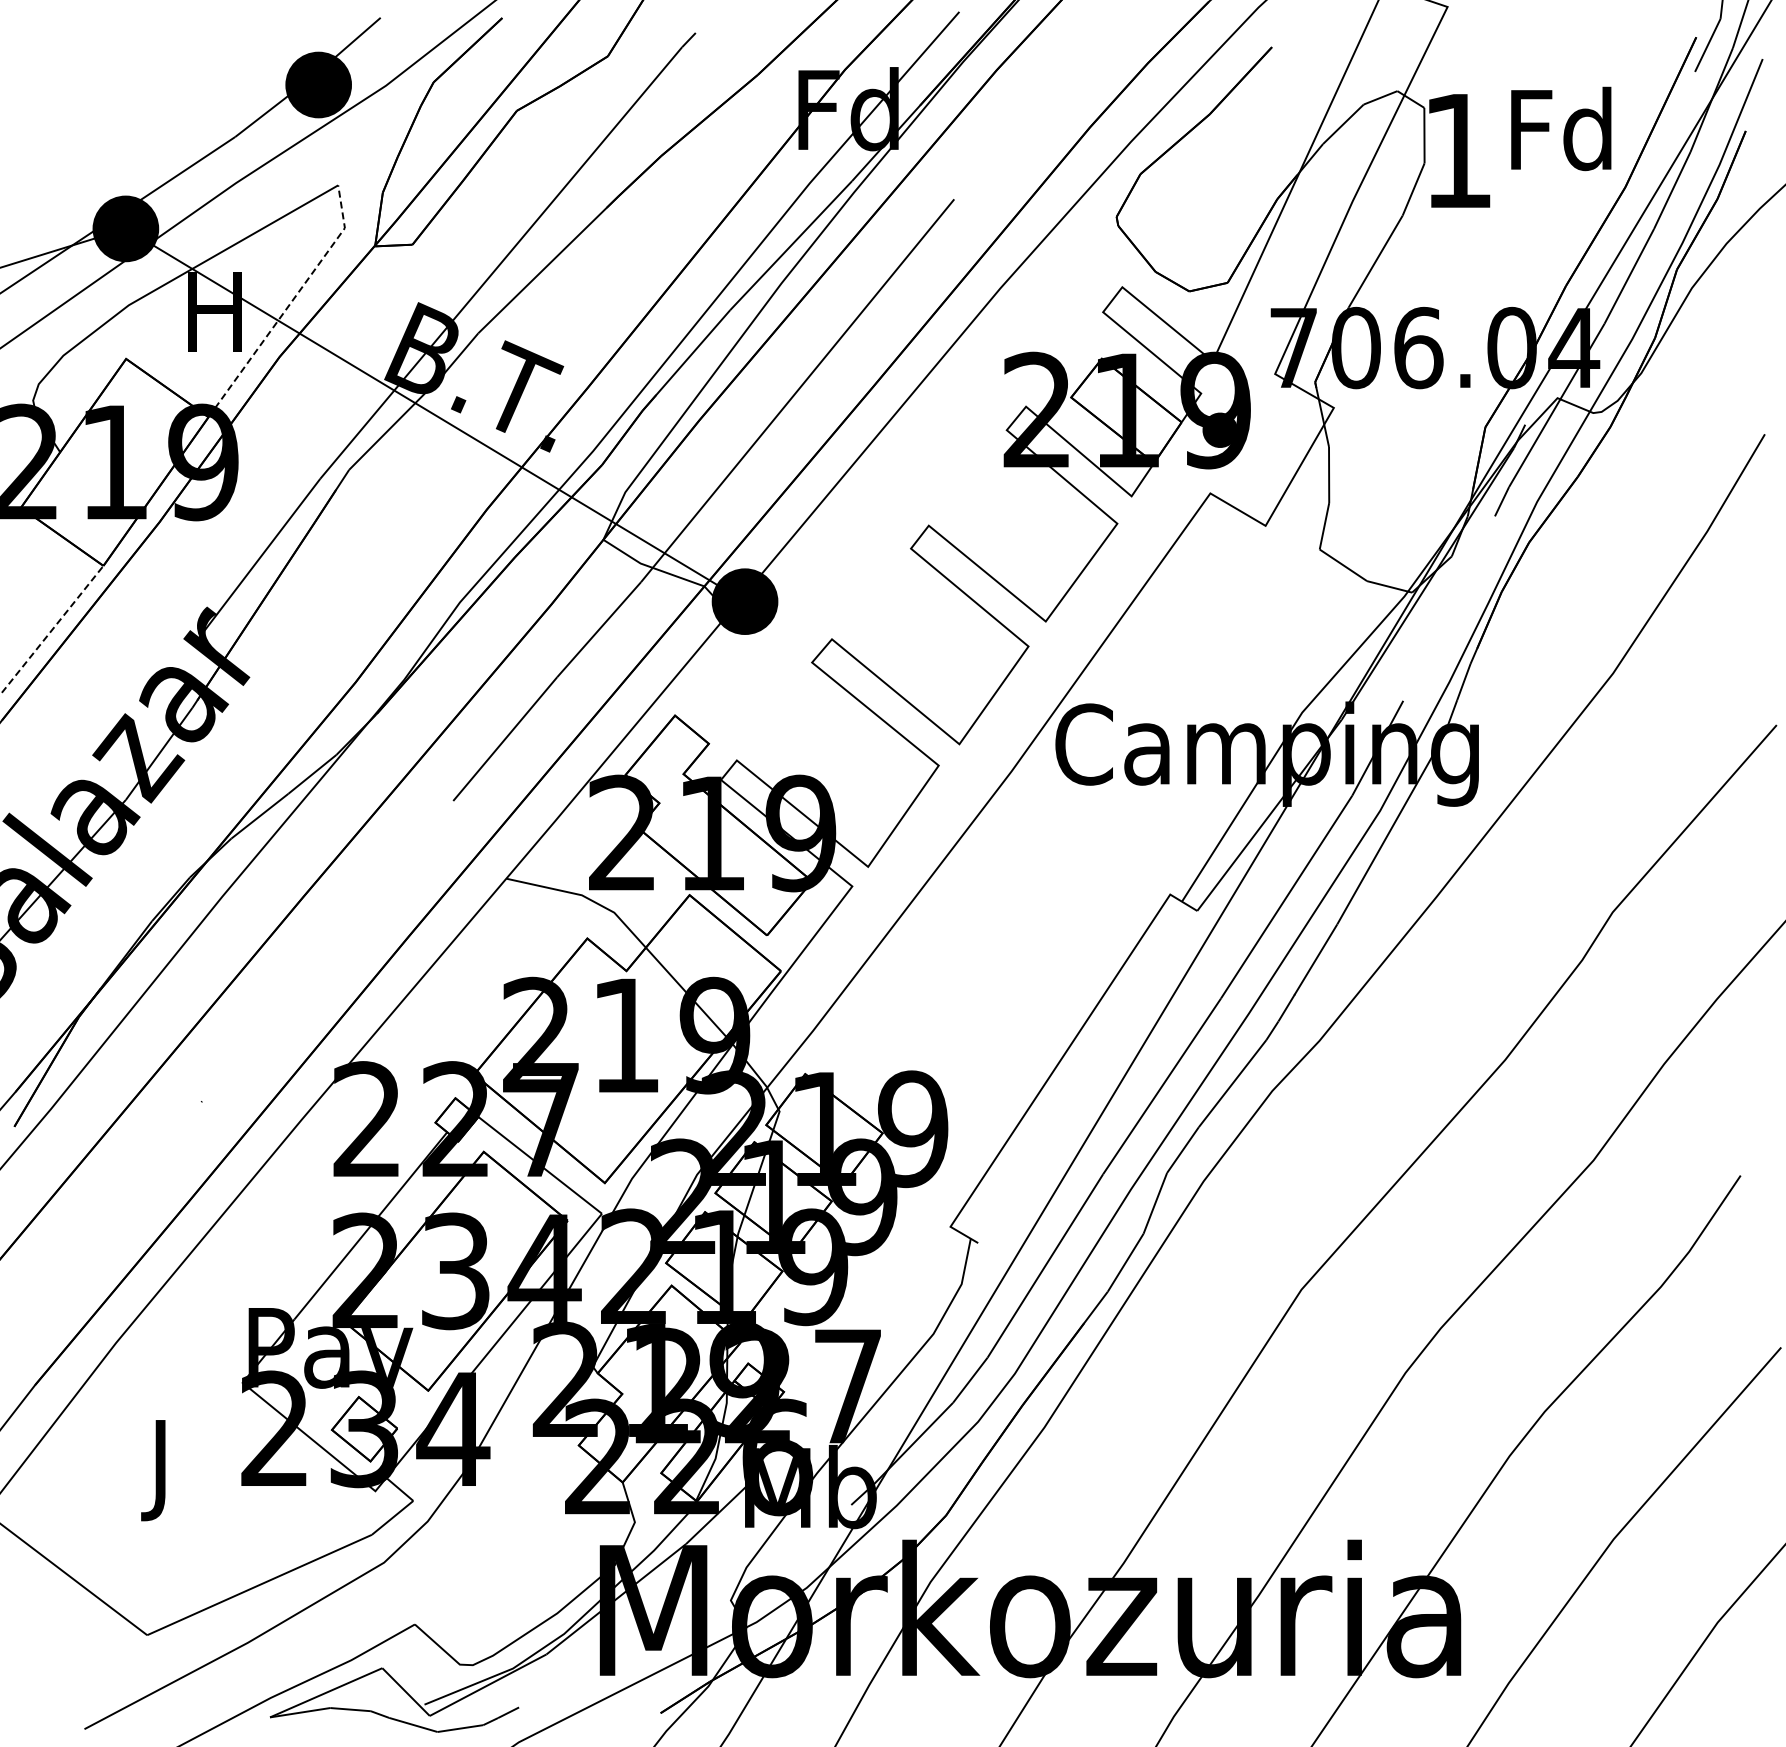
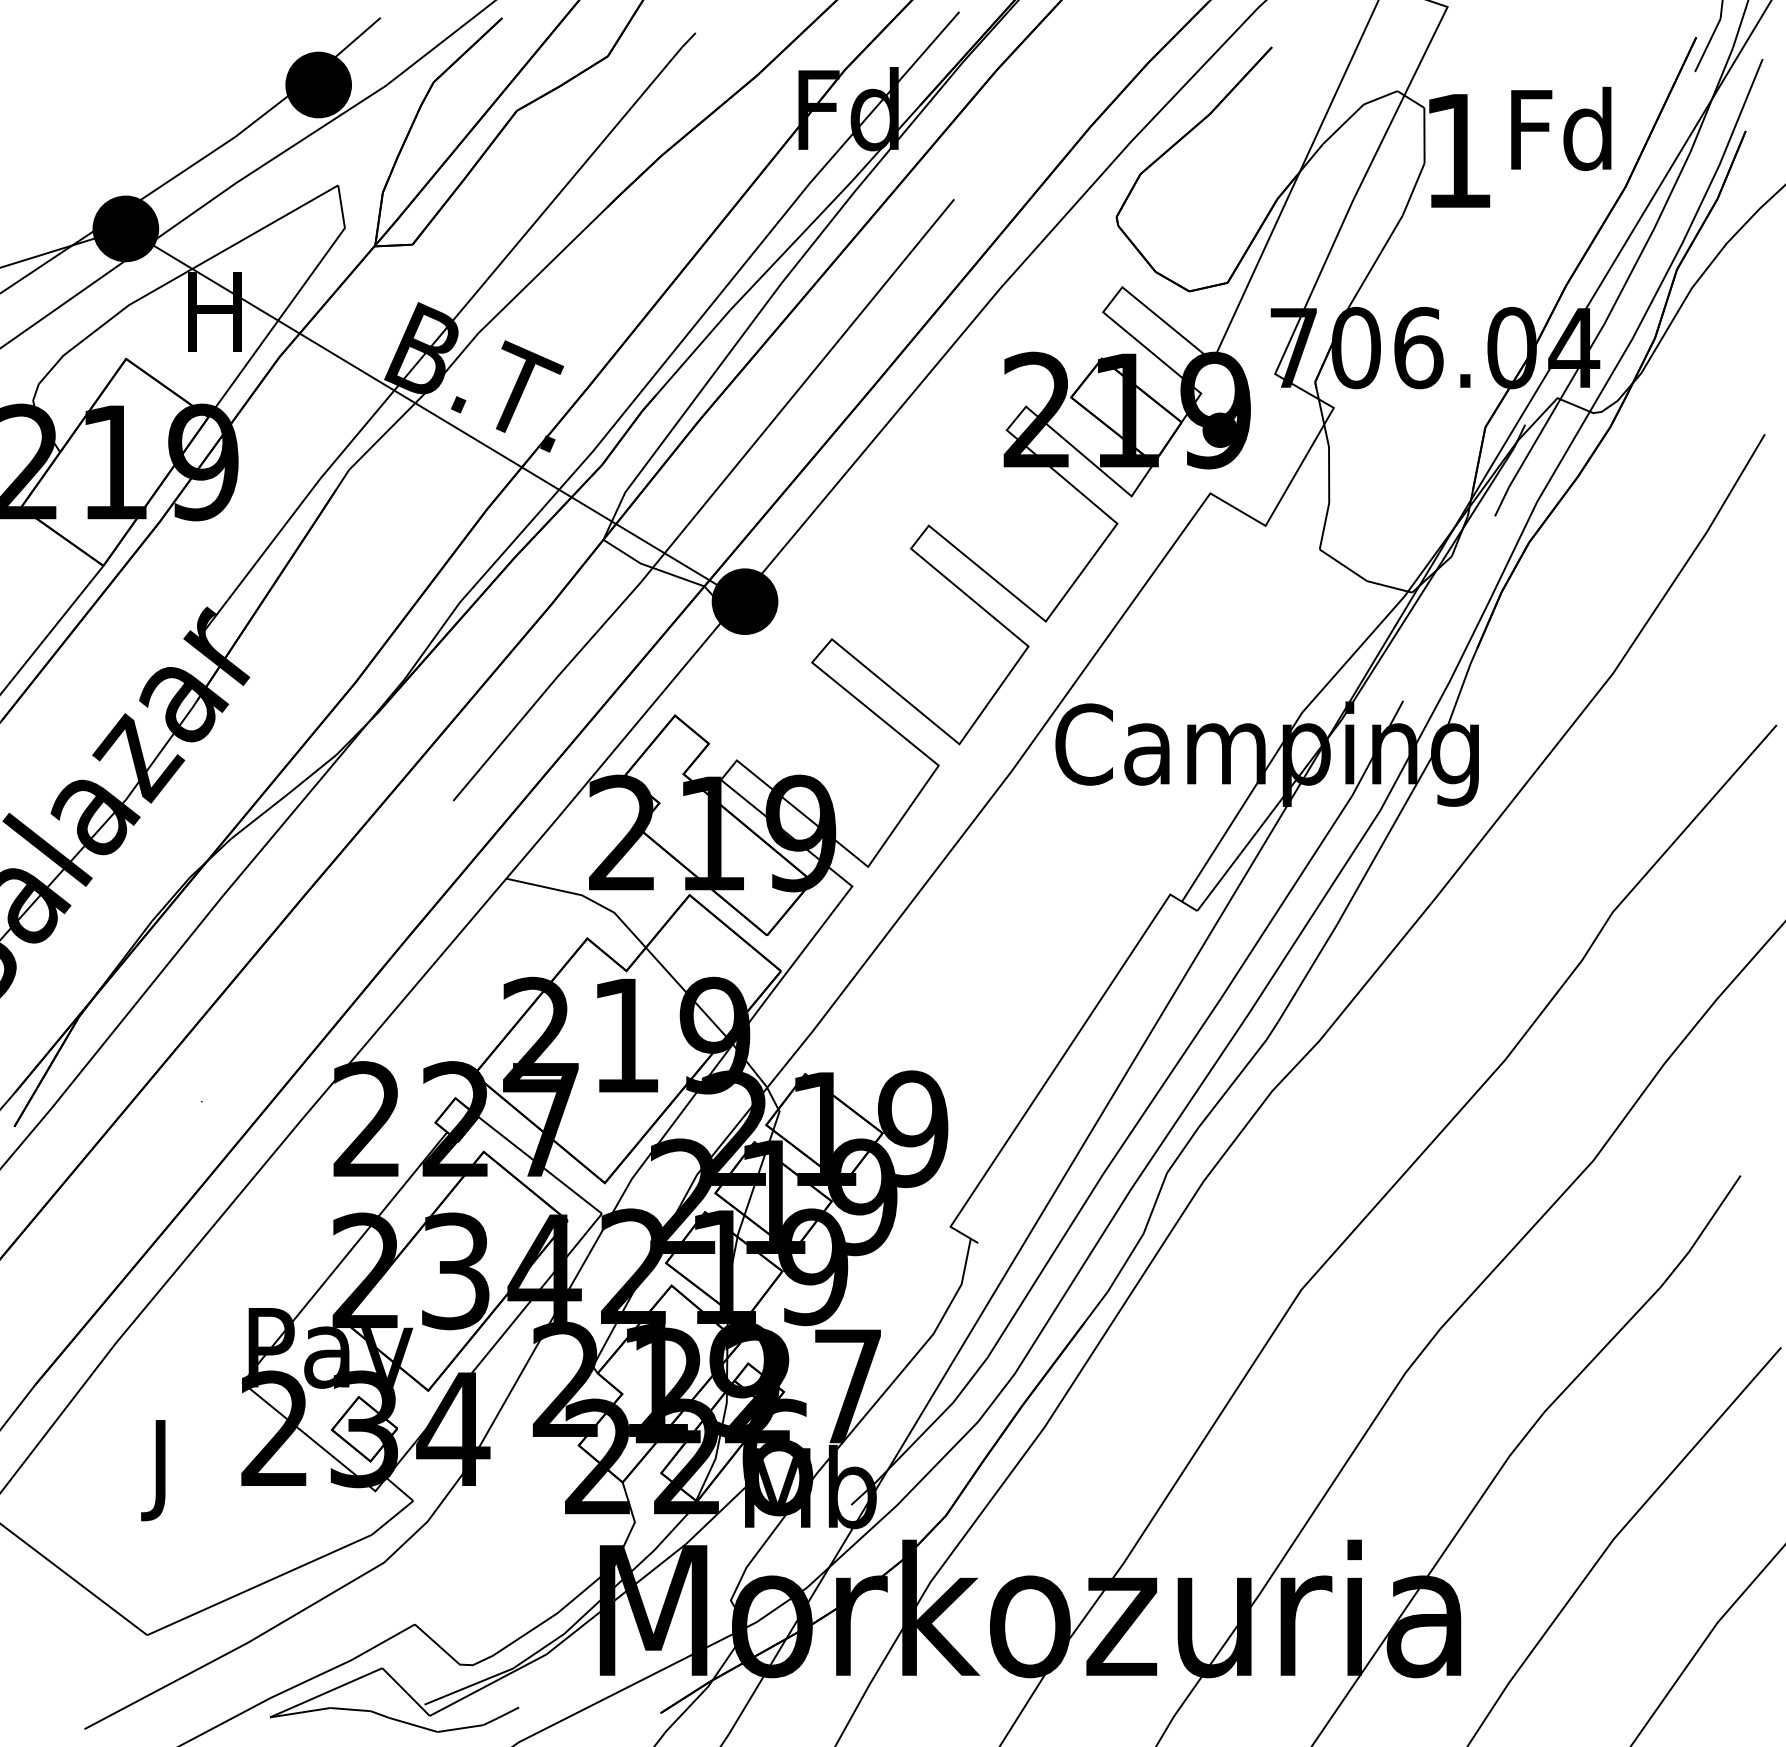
line at (290, 304): dashed -> solid
line at (52, 629): dashed -> solid
